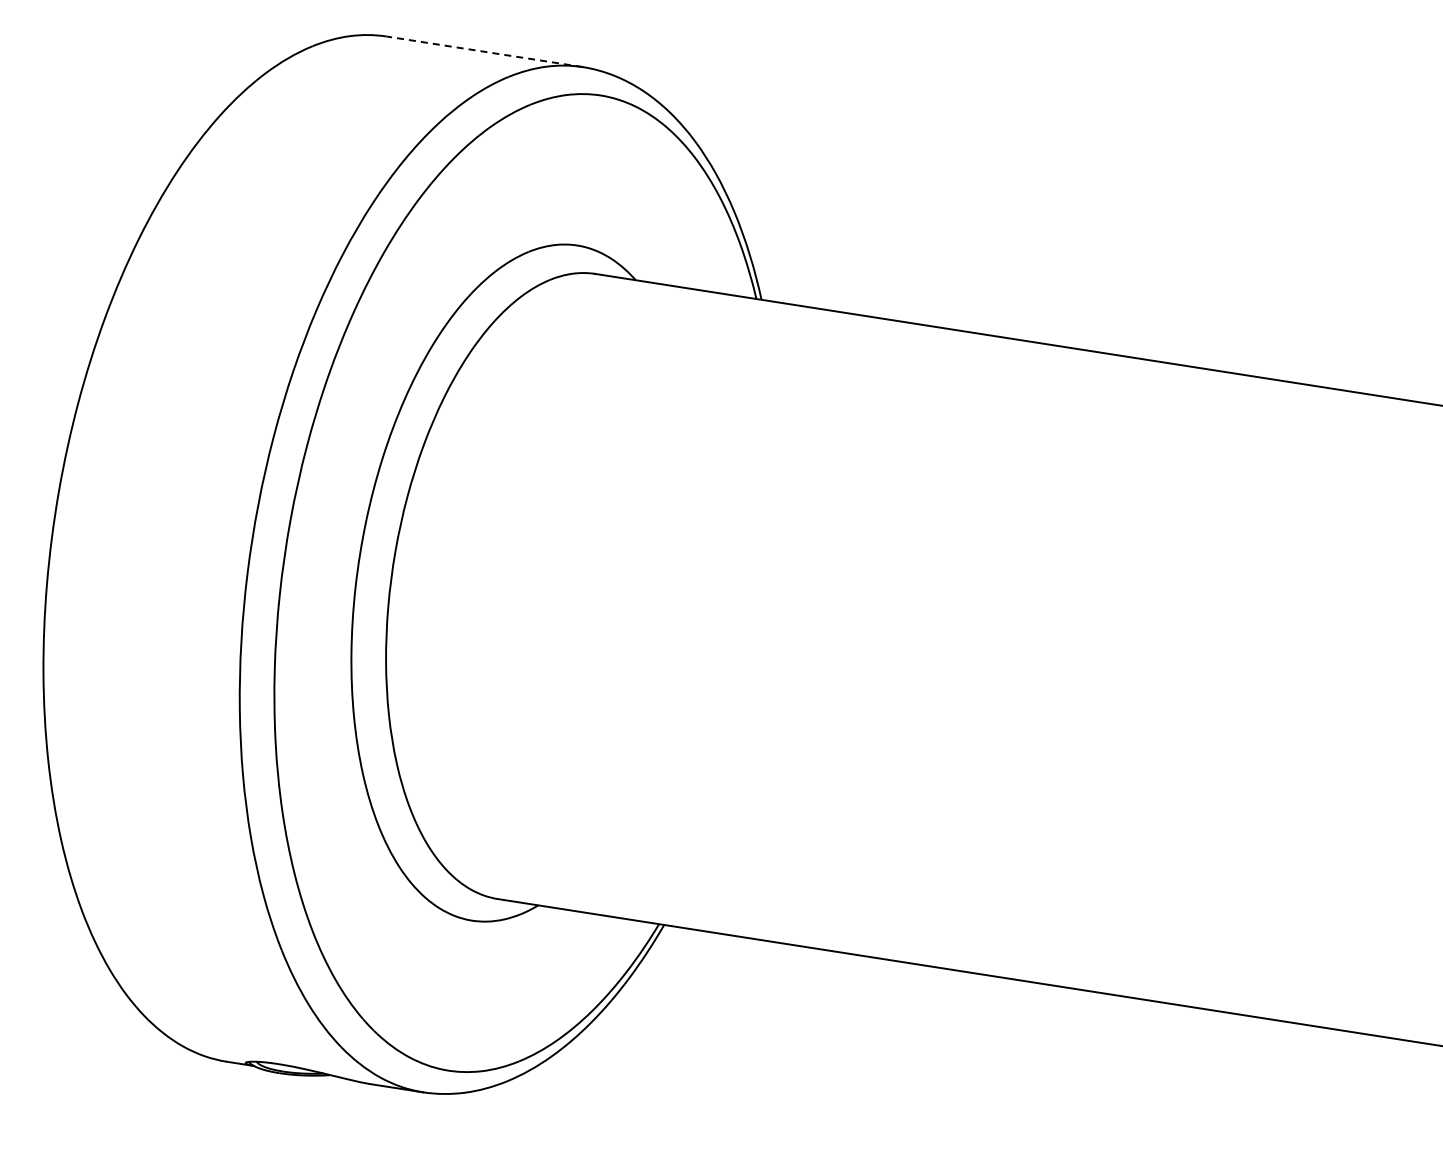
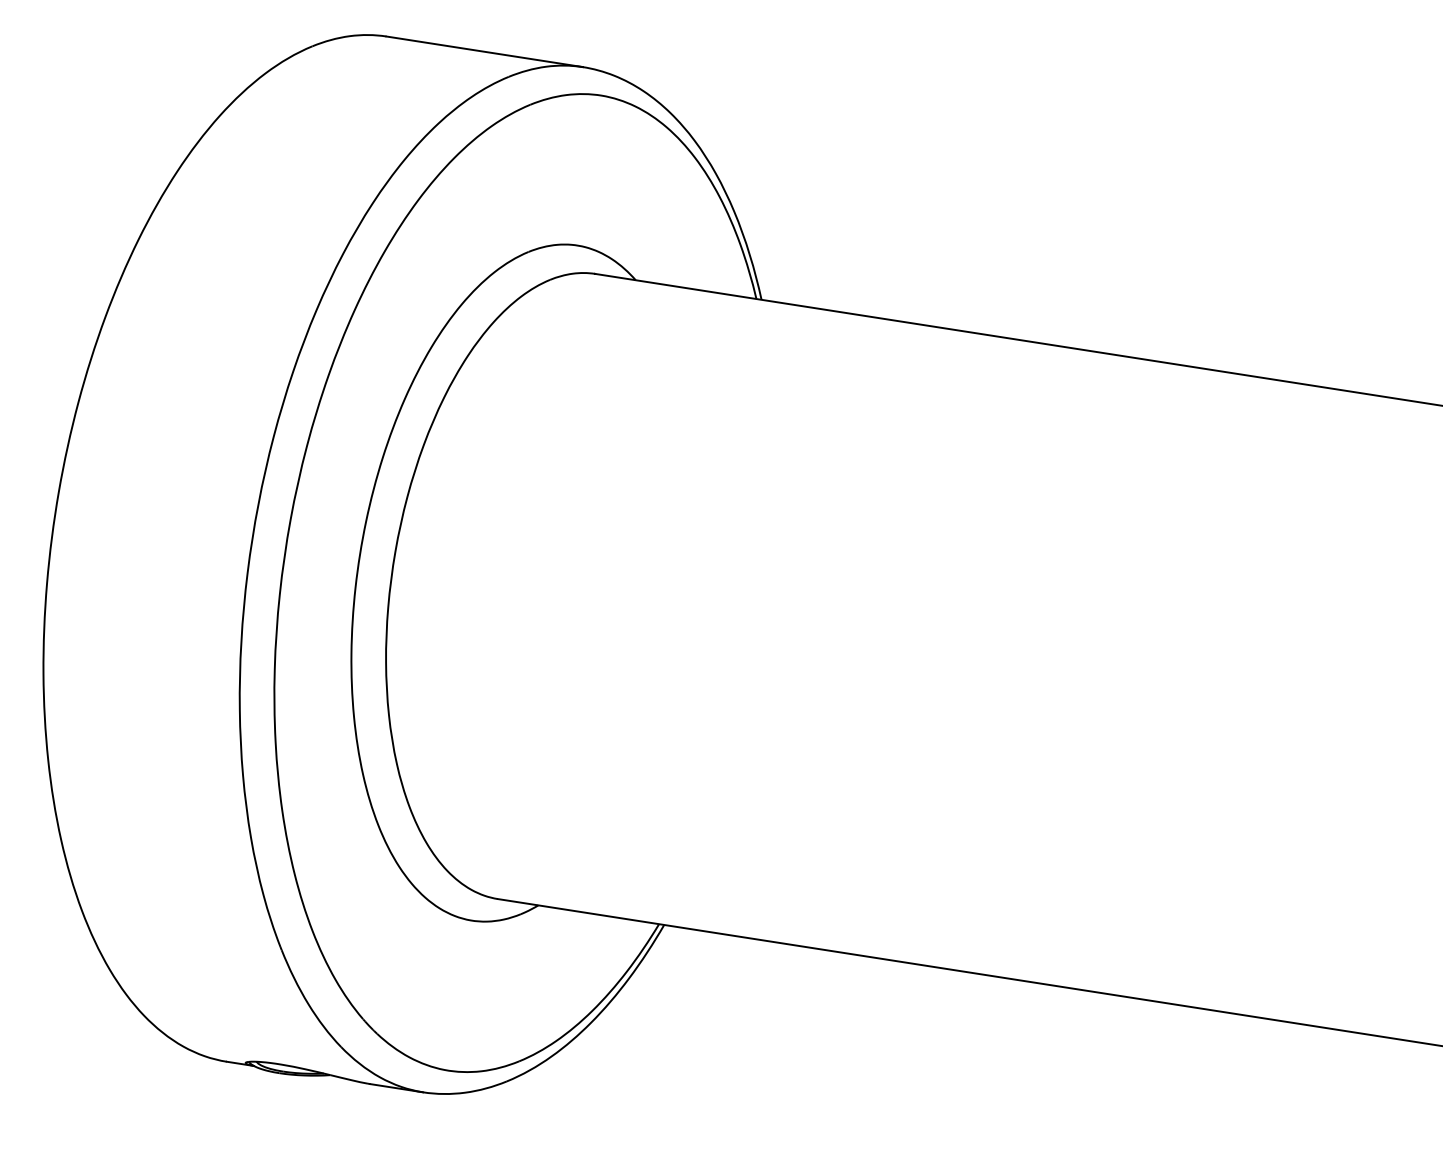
line at (484, 51): dashed -> solid
